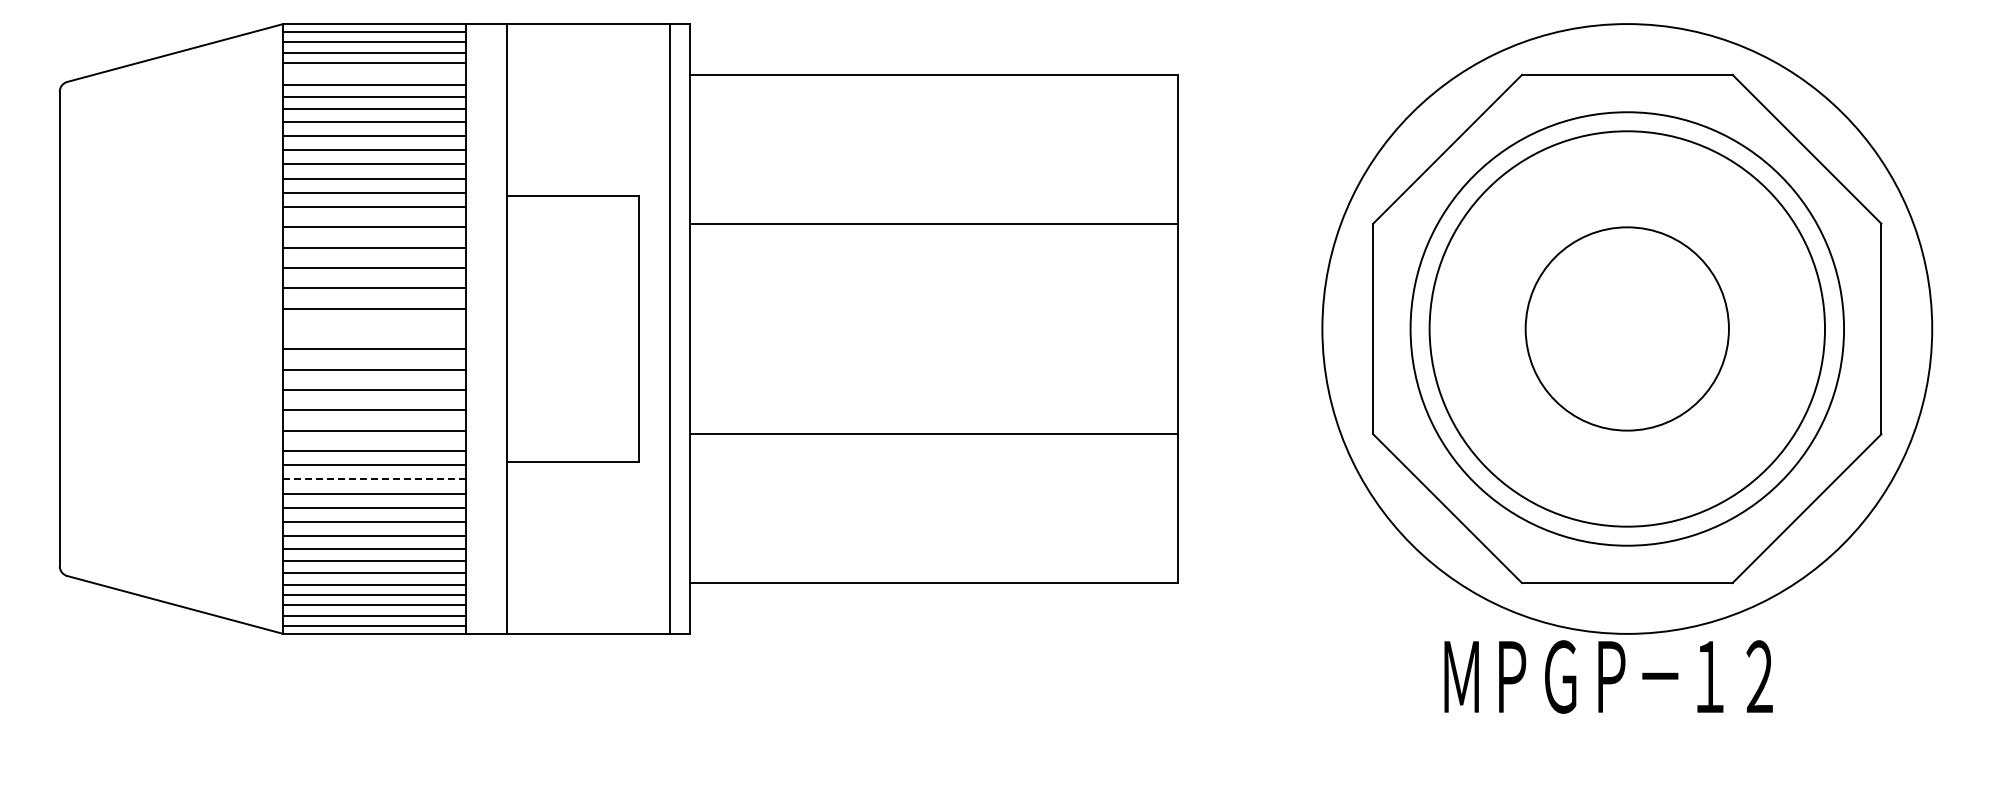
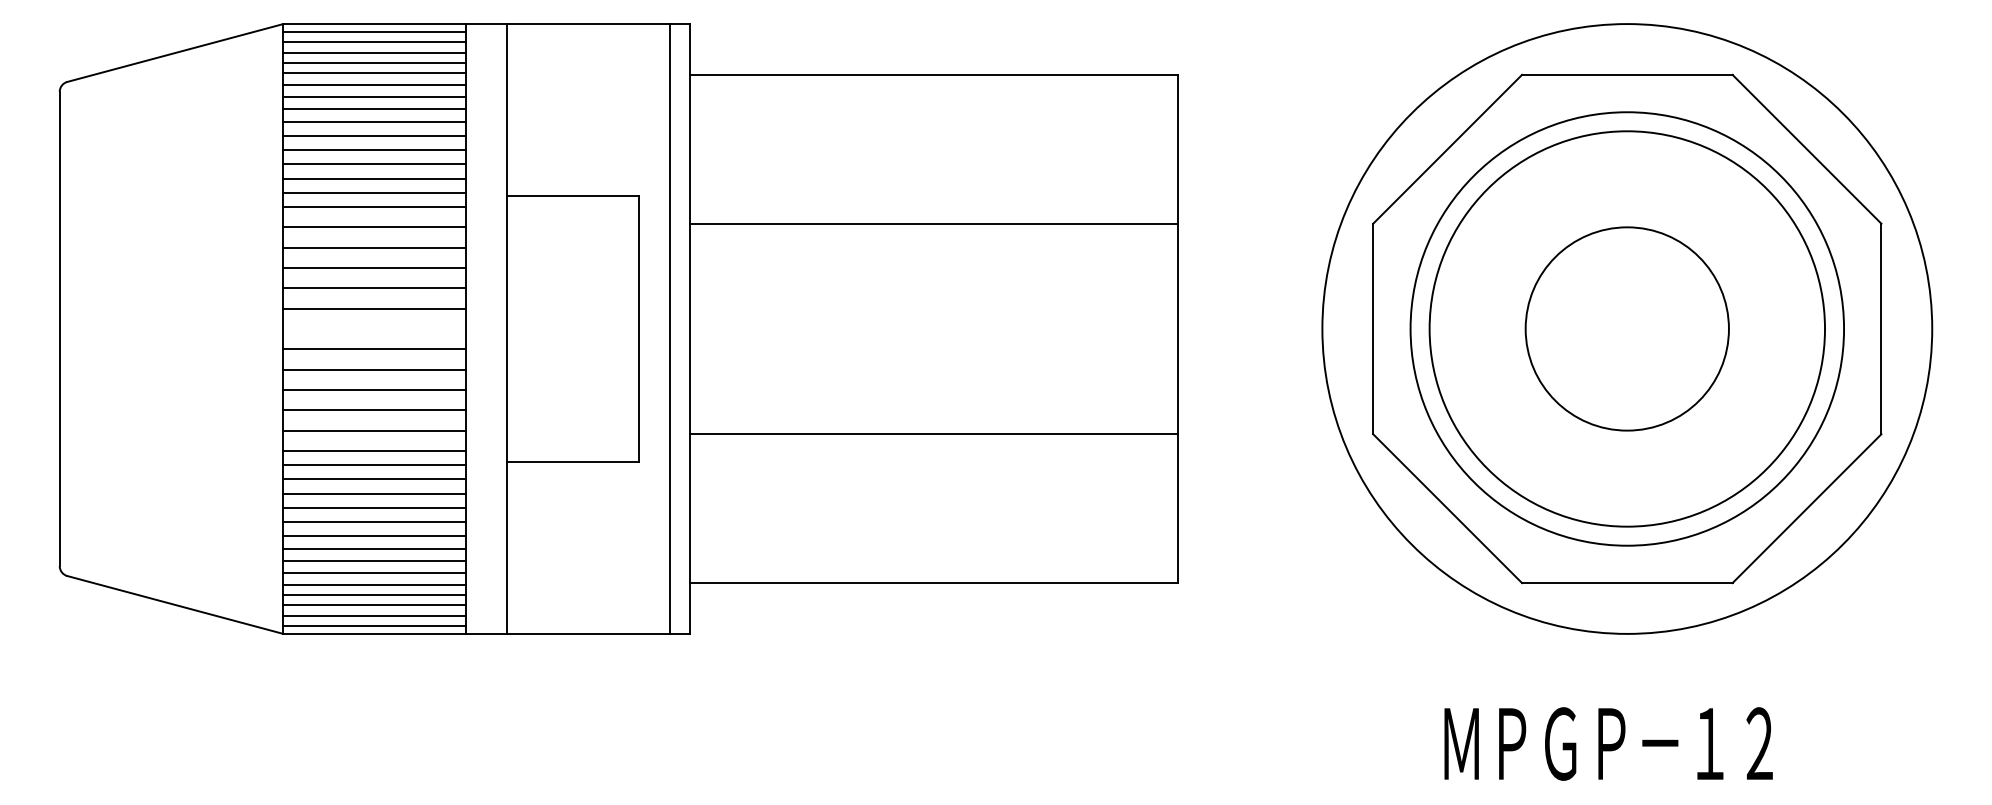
line at (374, 72): none -> present
line at (375, 479): dashed -> solid
text at (1608, 676) position: (1608, 676) -> (1608, 743)
